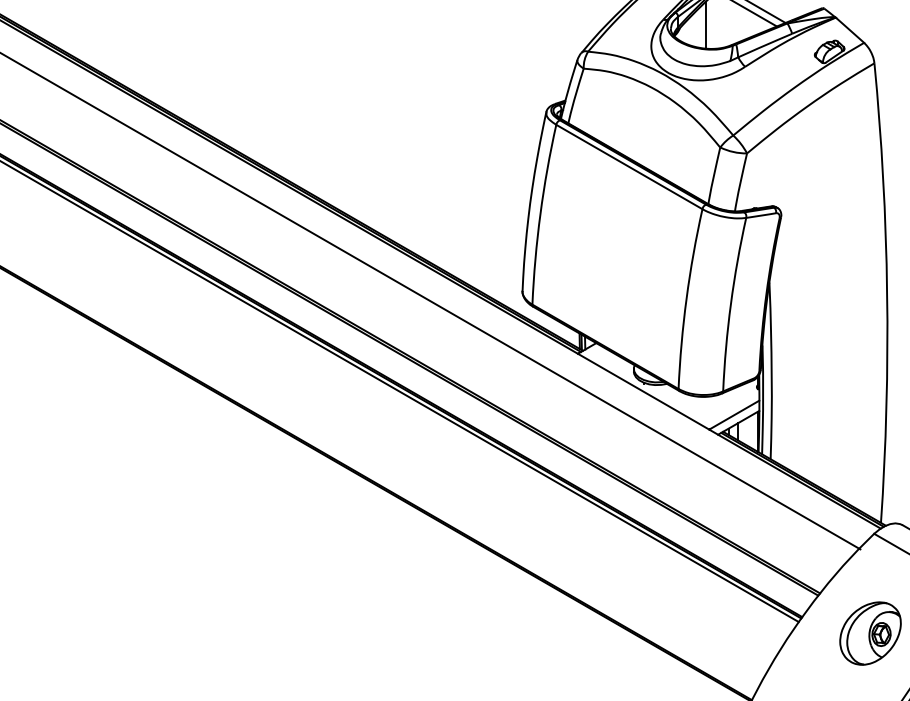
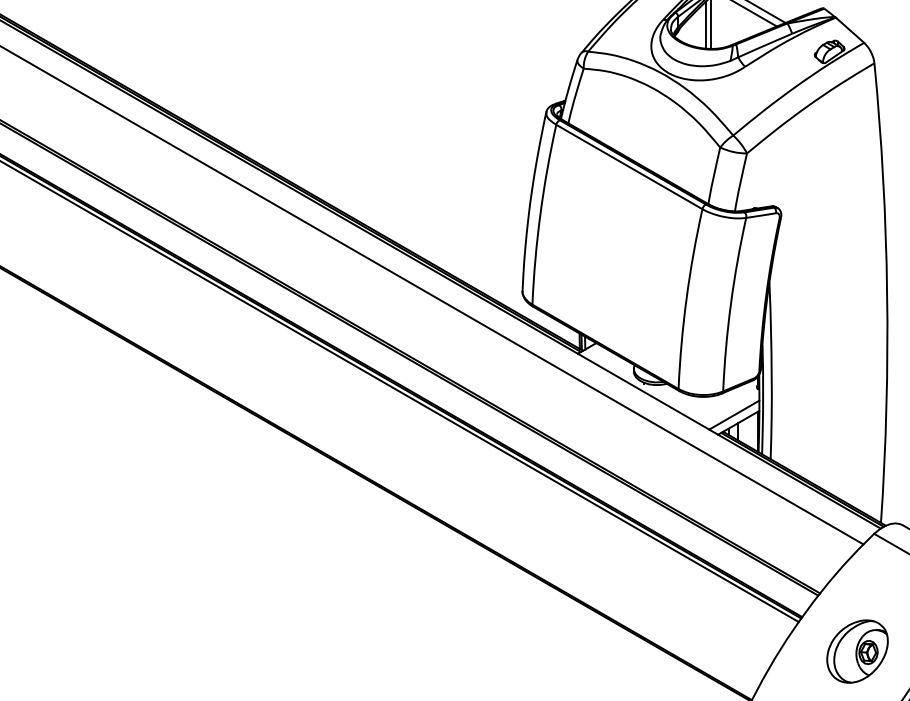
line at (710, 25): none -> present
line at (431, 301) position: (431, 301) -> (432, 295)
part at (870, 633) position: (870, 633) -> (857, 651)
